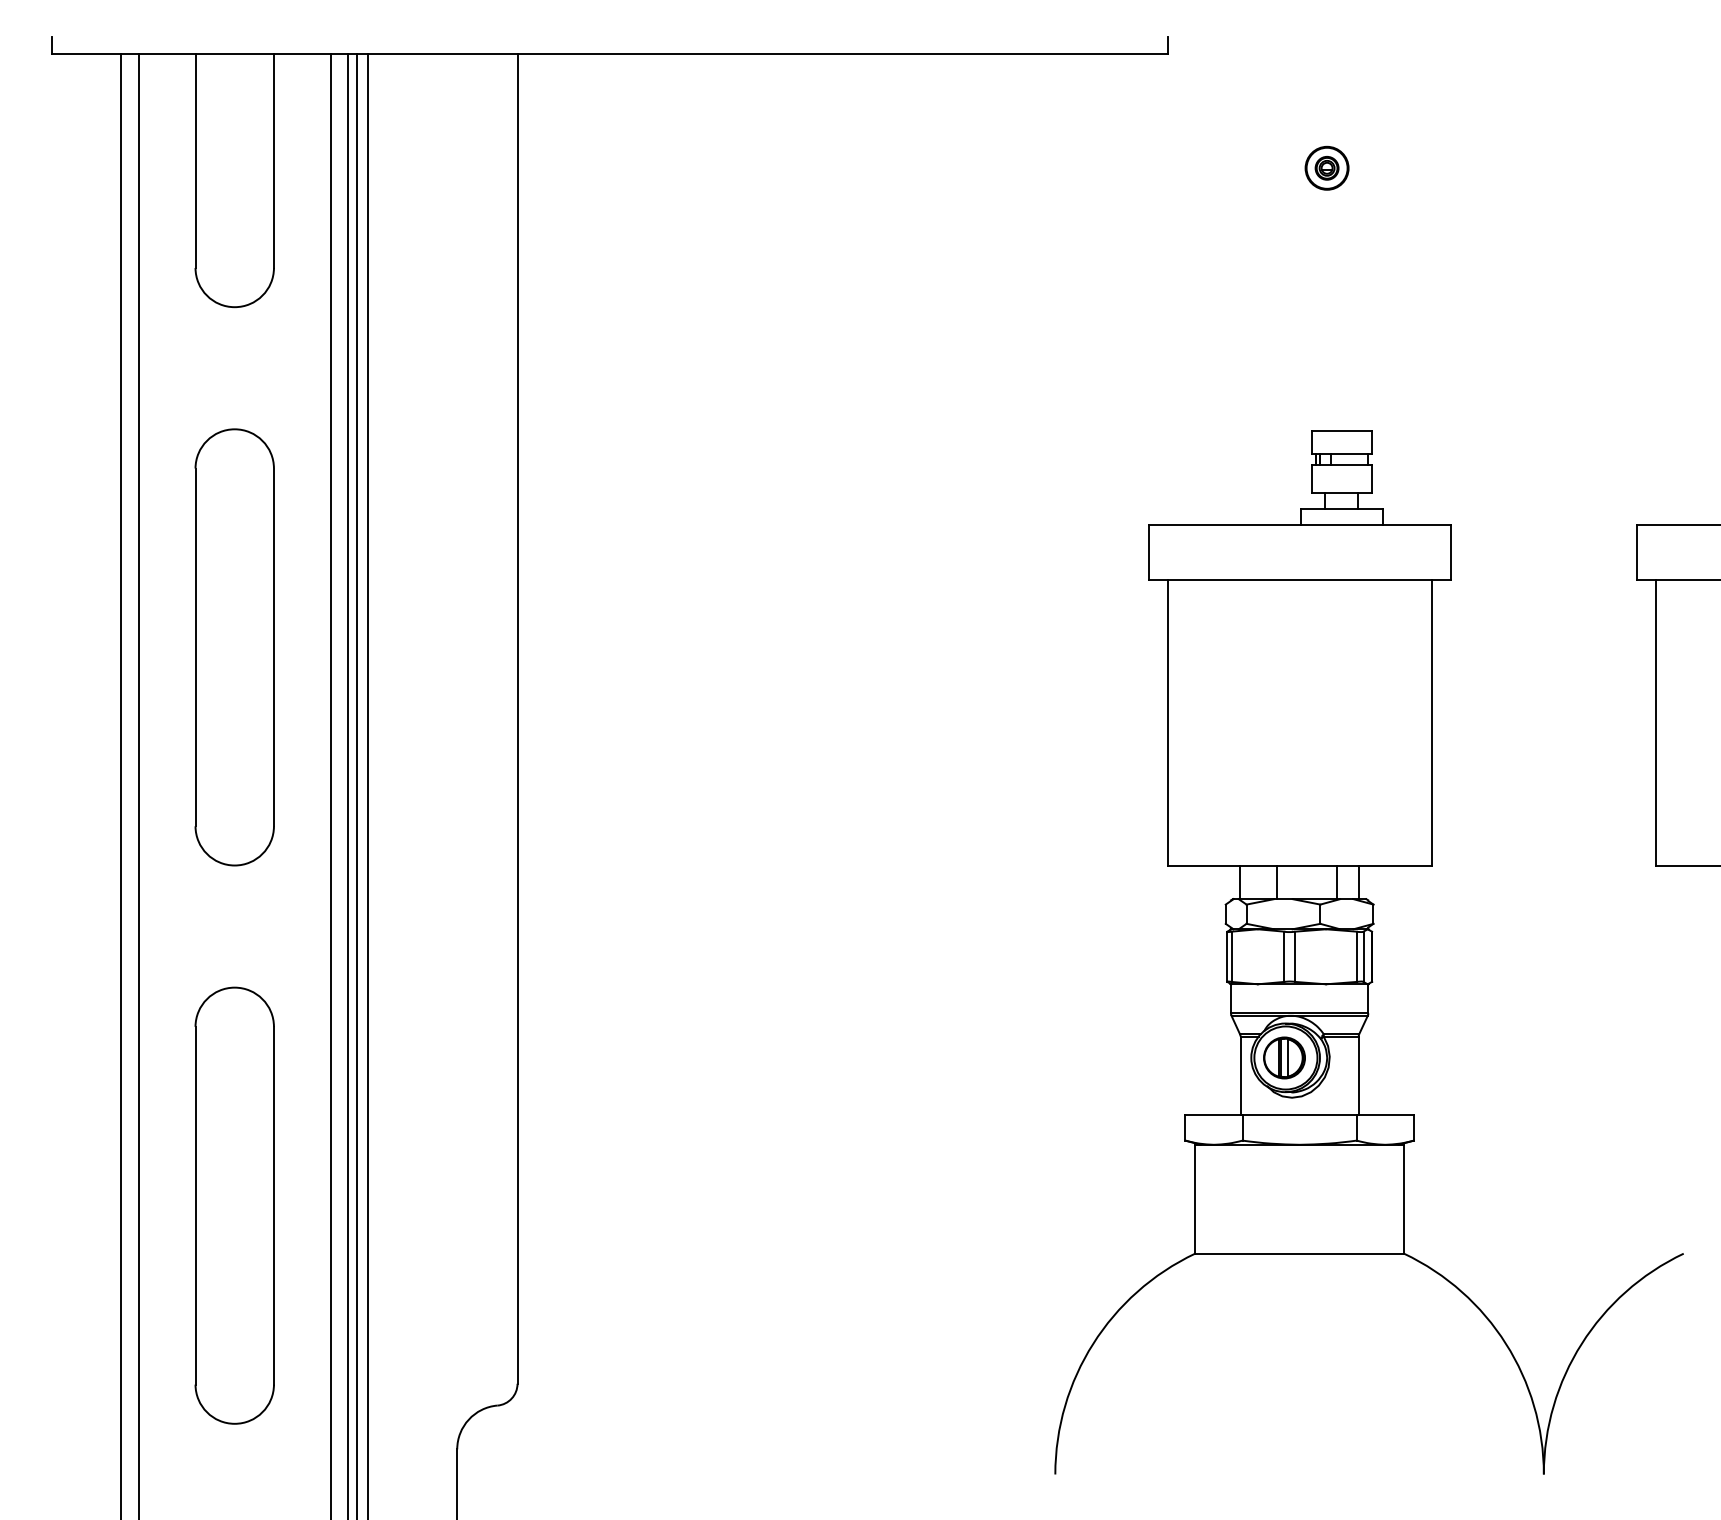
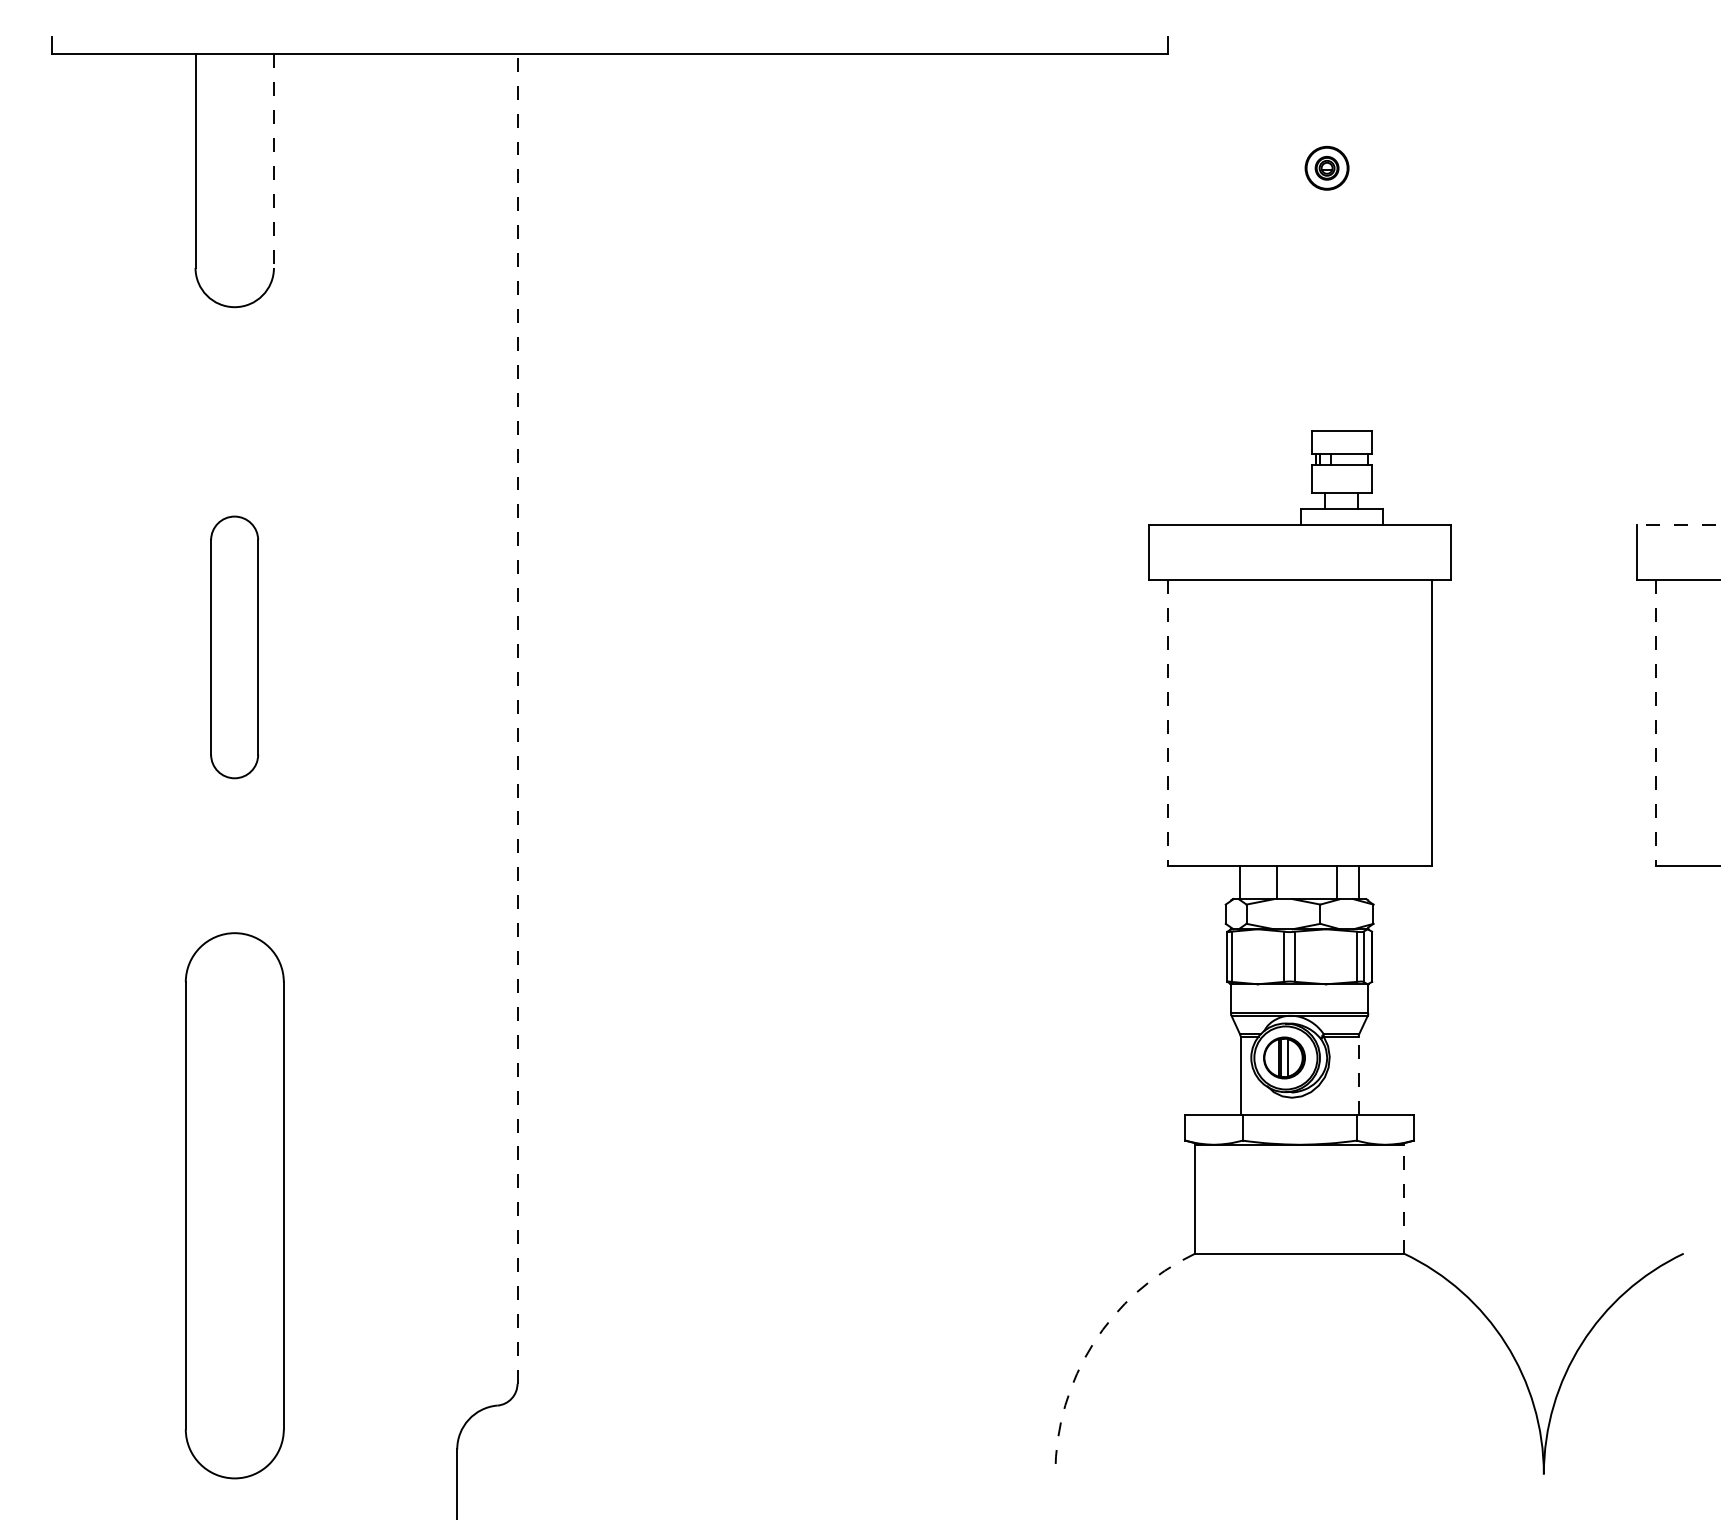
line at (274, 161): solid -> dashed
line at (1678, 525): solid -> dashed
part at (234, 647) size: 81x439 px -> 50x265 px
line at (517, 719): solid -> dashed
line at (1167, 723): solid -> dashed
line at (1656, 723): solid -> dashed
line at (121, 785): present -> none
line at (138, 785): present -> none
line at (330, 785): present -> none
line at (348, 785): present -> none
line at (357, 785): present -> none
line at (368, 785): present -> none
line at (1358, 1075): solid -> dashed
line at (1404, 1198): solid -> dashed
part at (234, 1205) size: 81x439 px -> 101x548 px
arc at (1093, 1343): solid -> dashed
